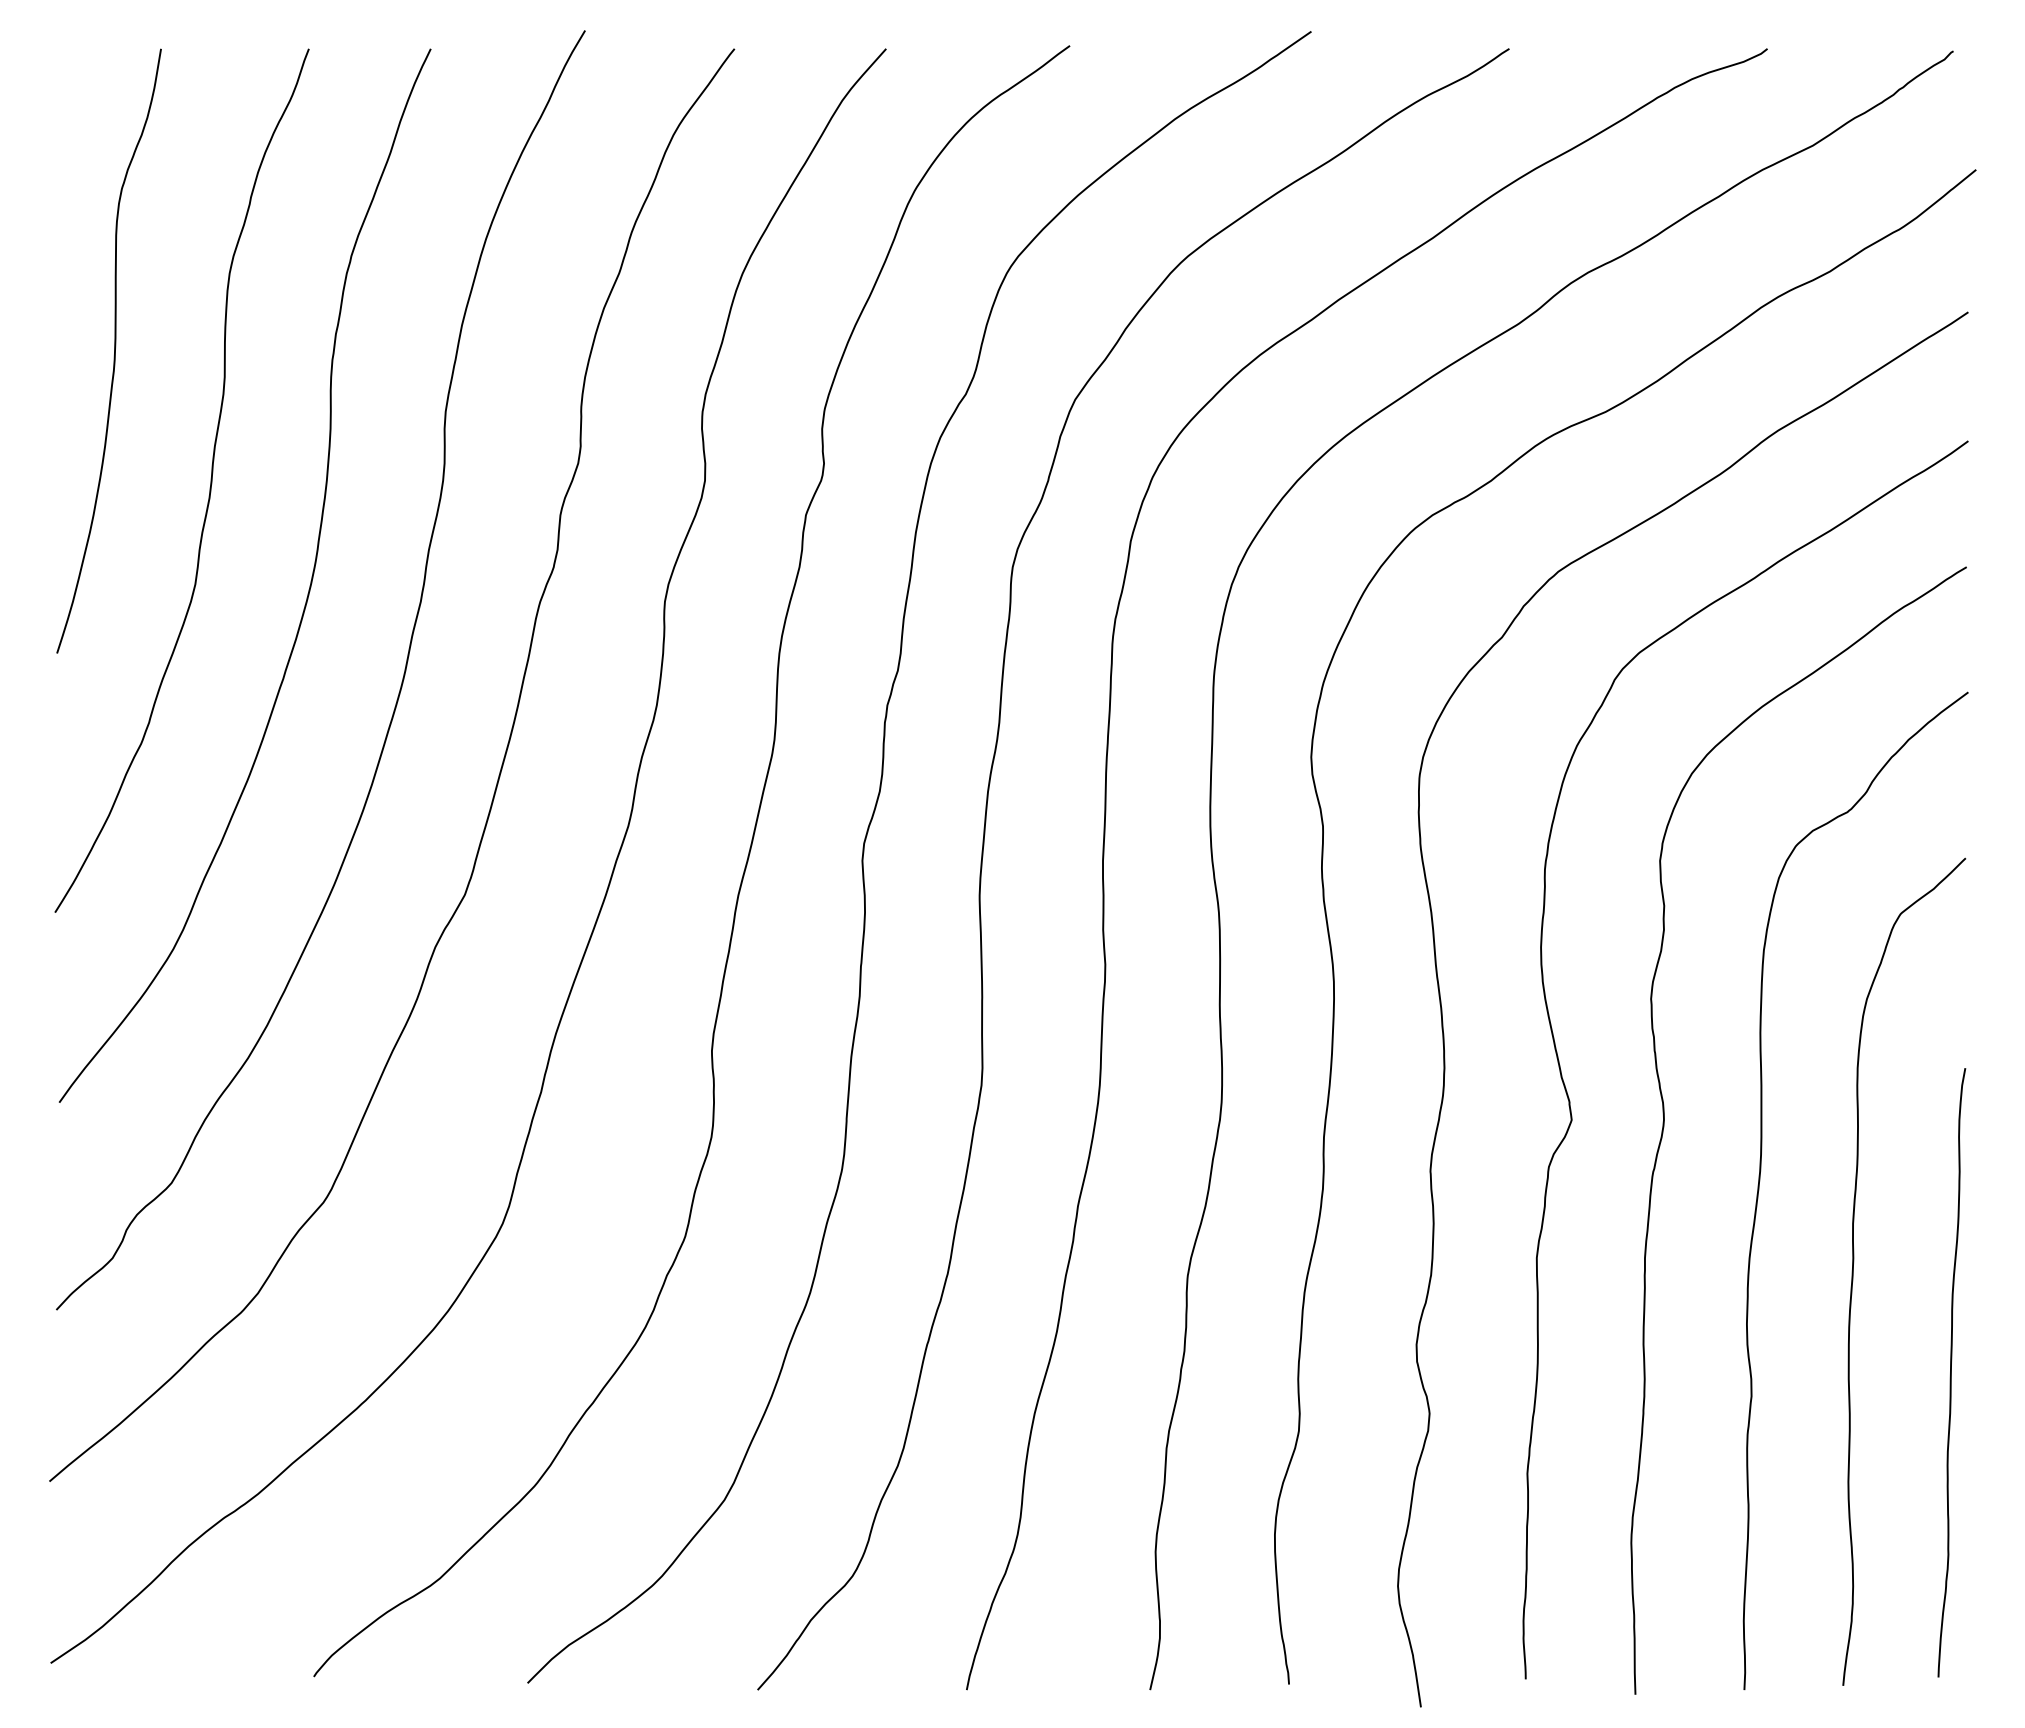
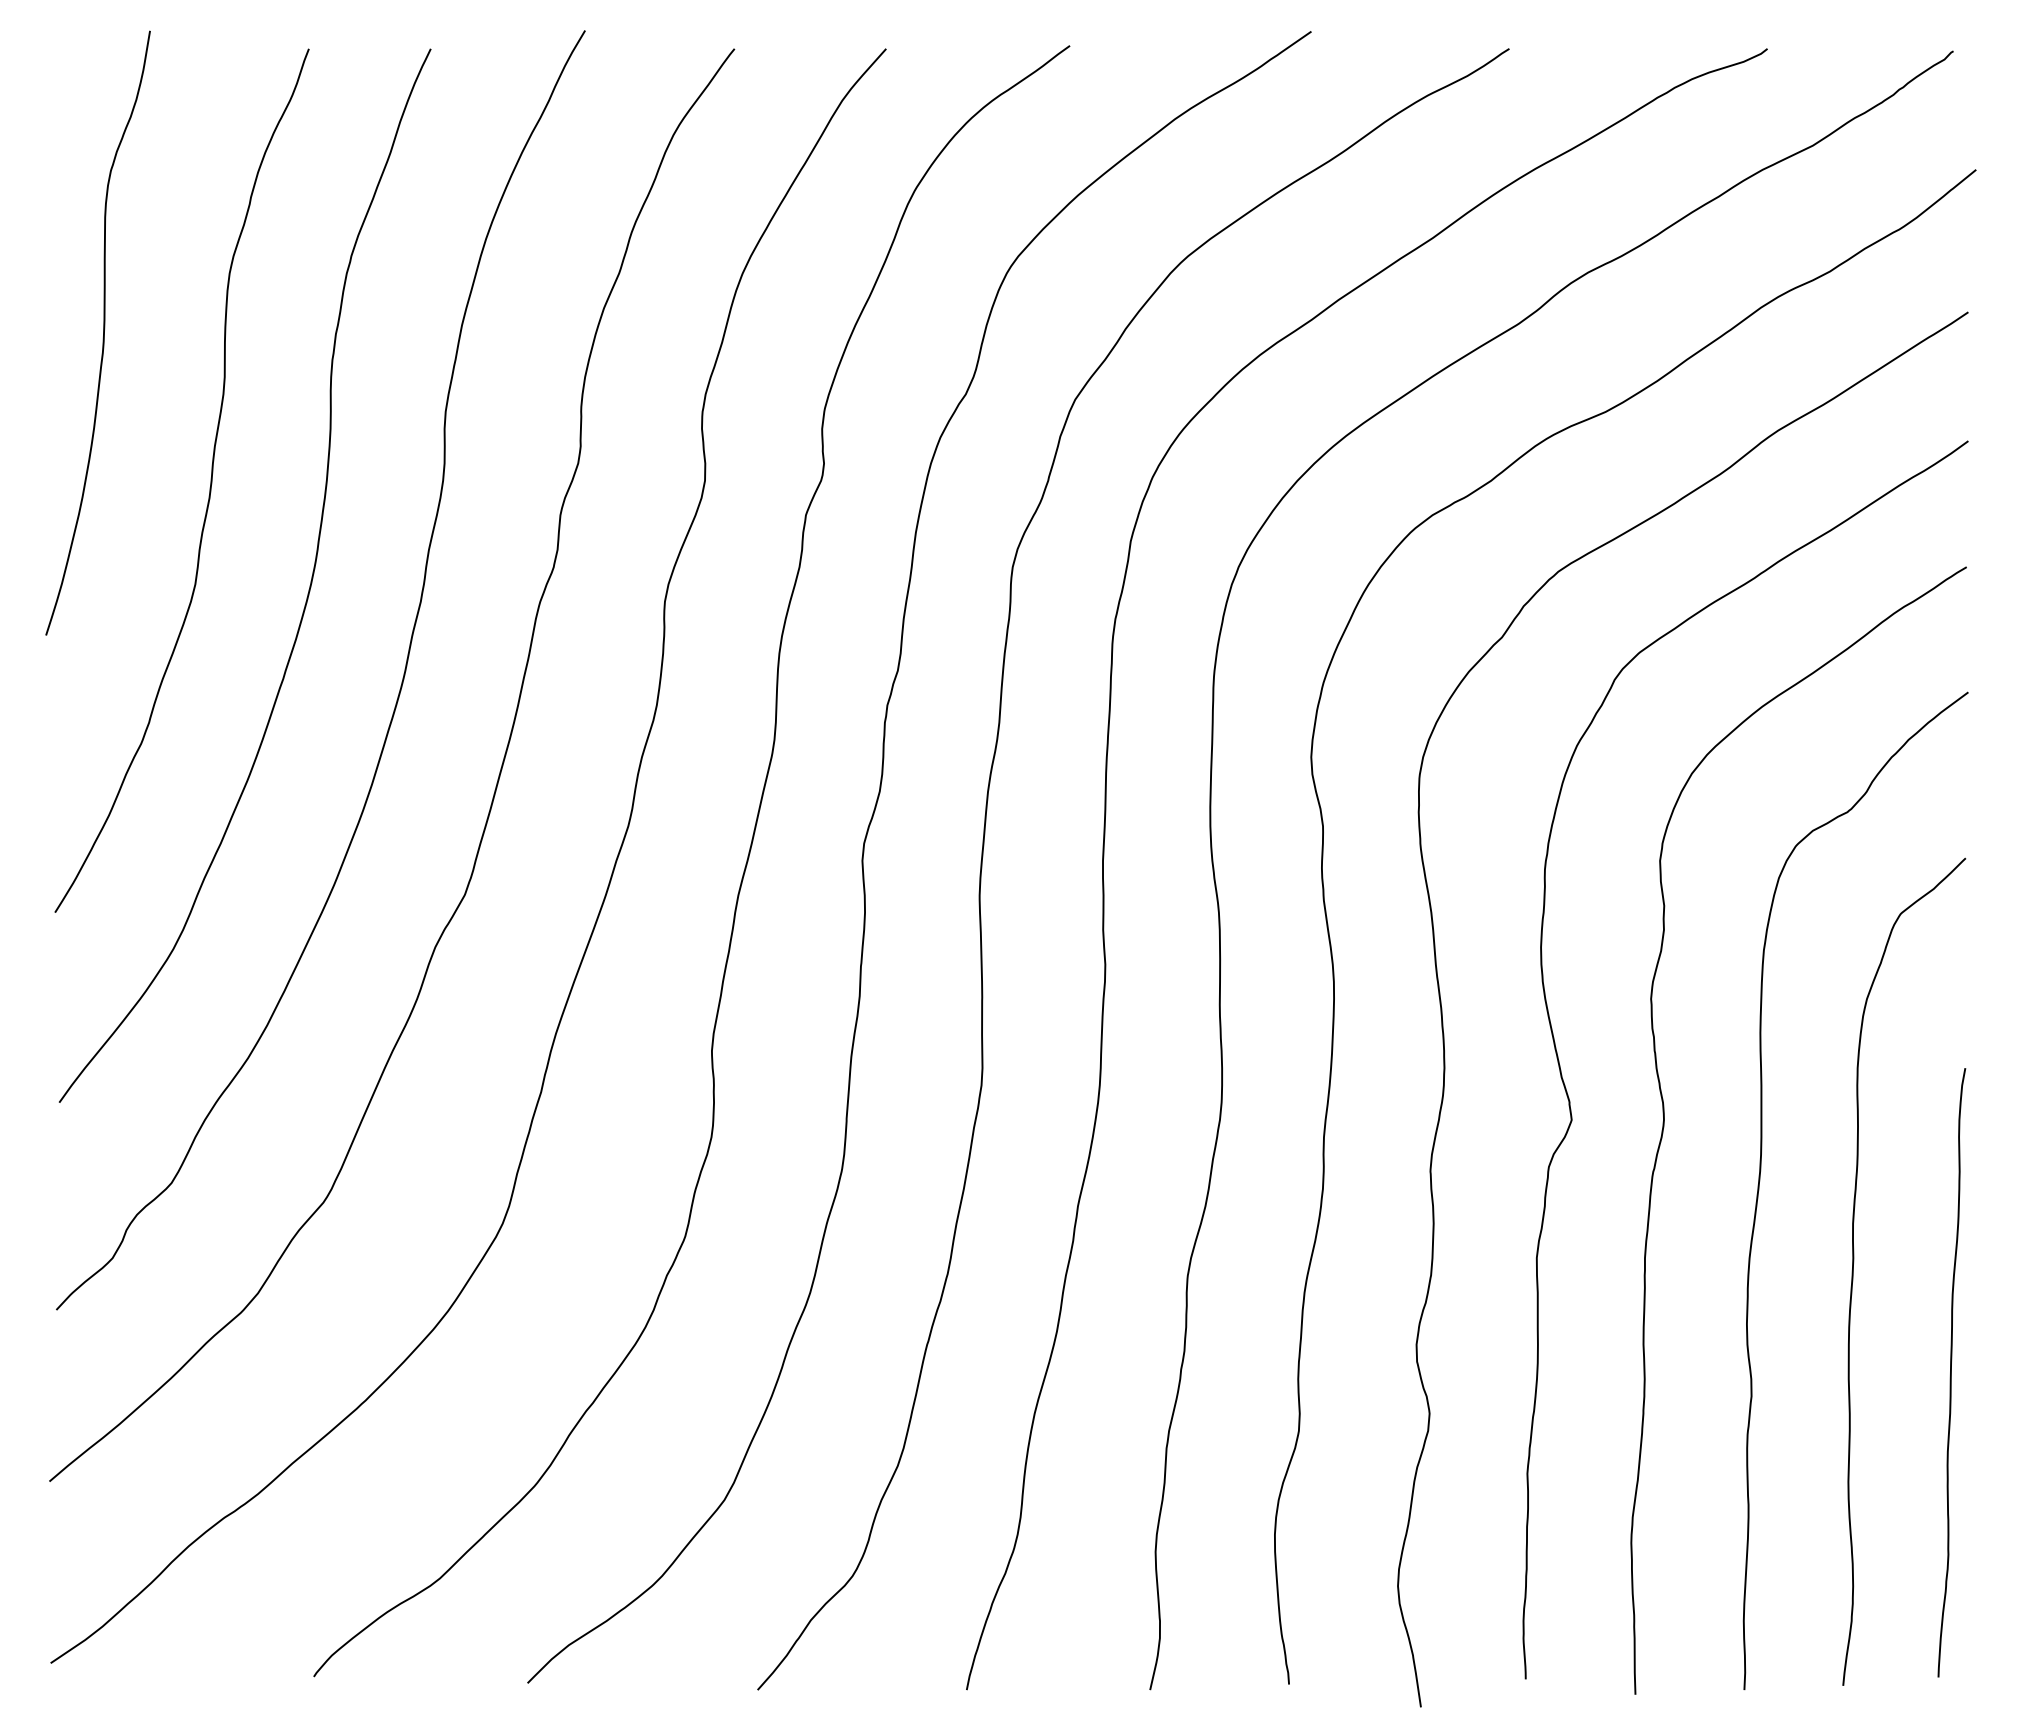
curve at (114, 350) position: (114, 350) -> (103, 332)
